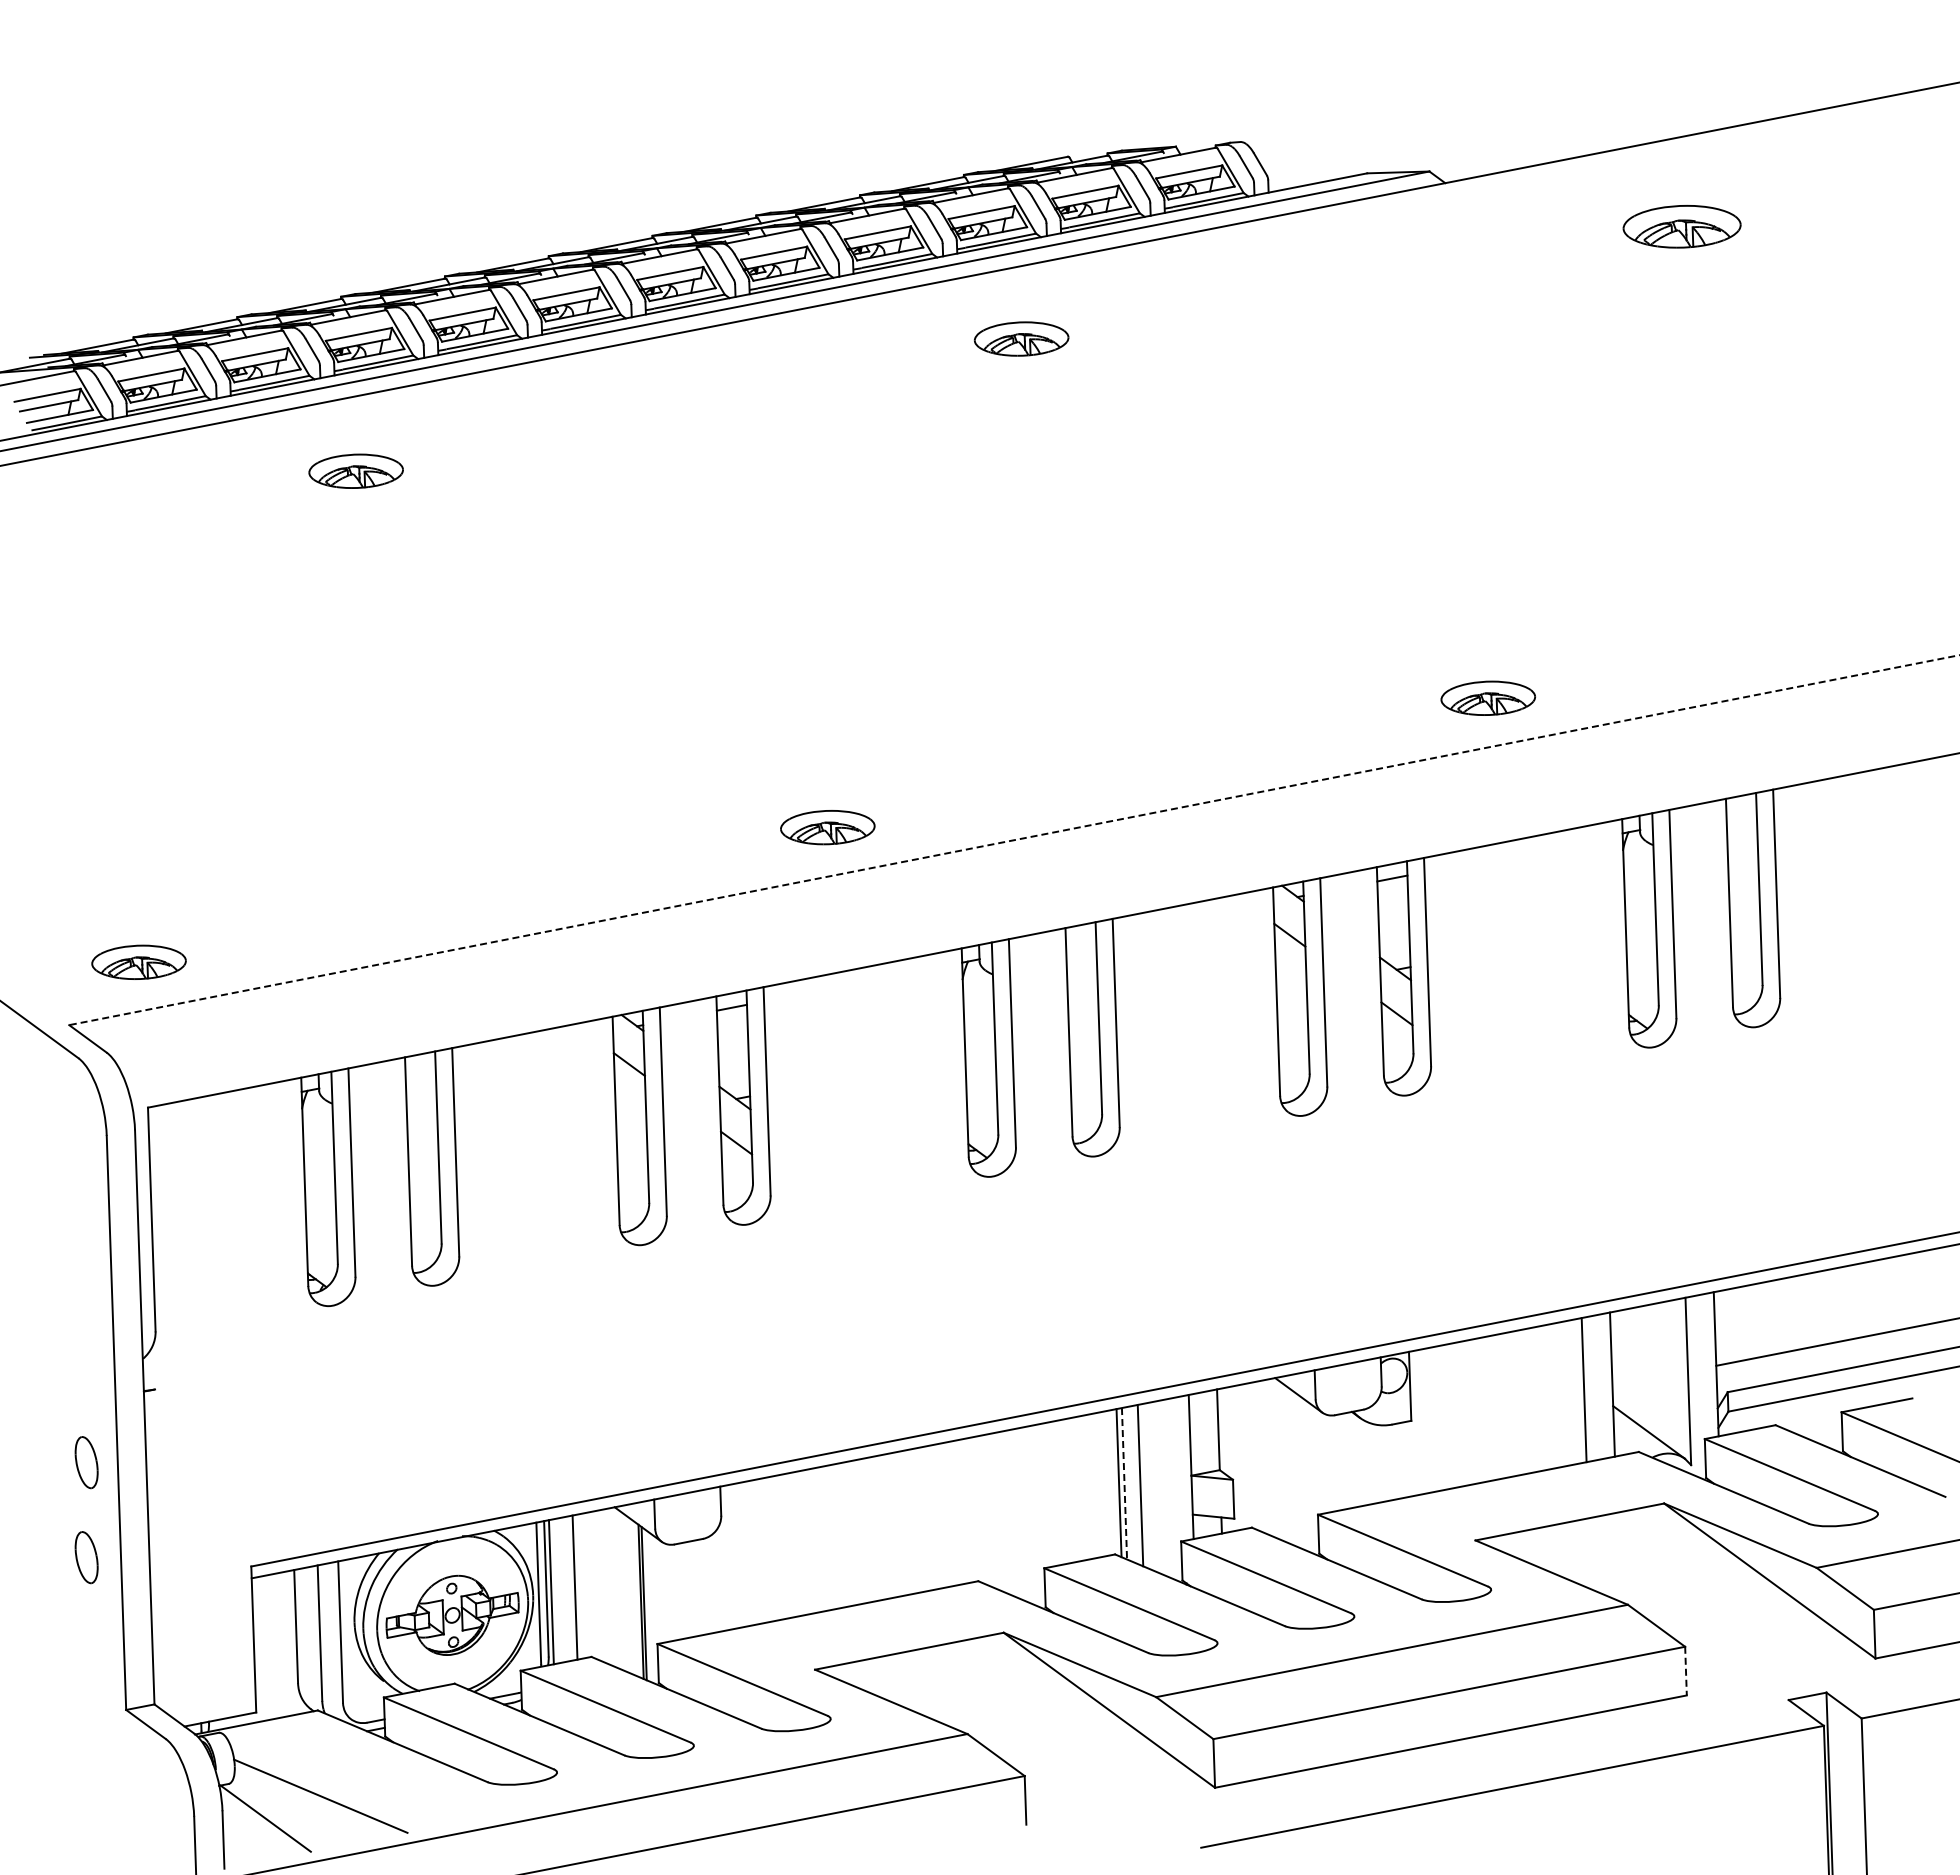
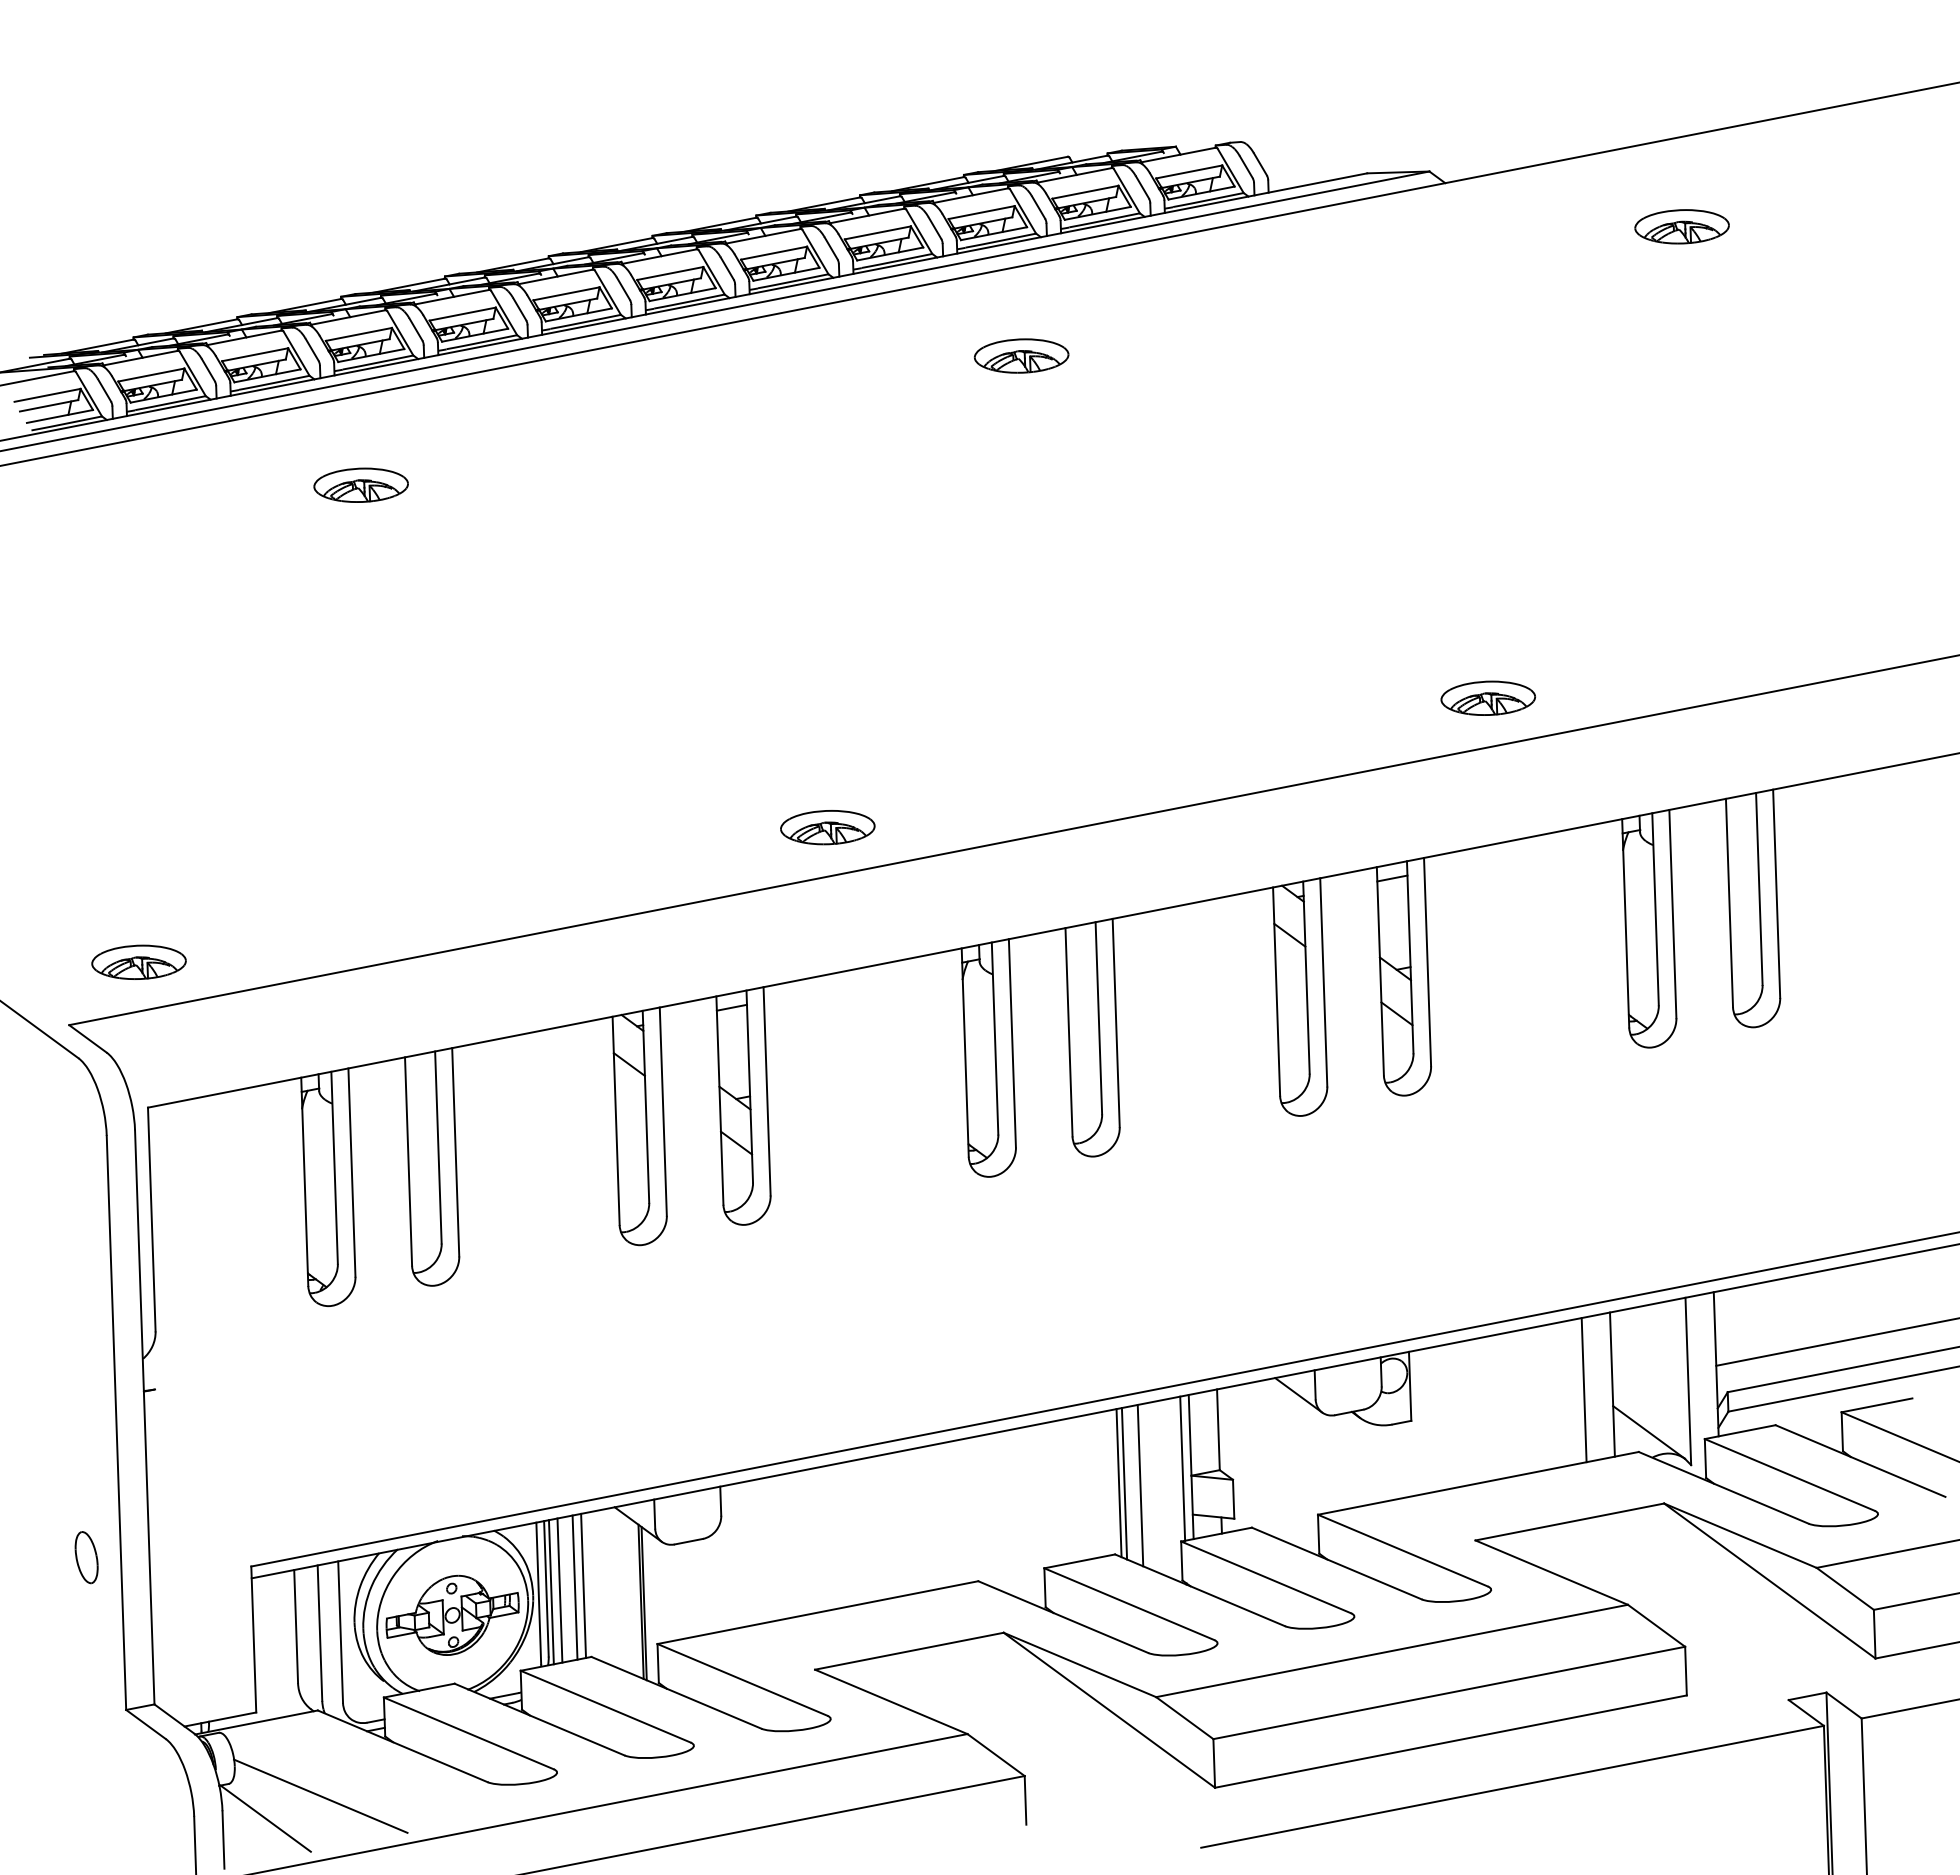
part at (1681, 226) size: 120x44 px -> 96x36 px
part at (1021, 338) position: (1021, 338) -> (1021, 355)
part at (355, 470) position: (355, 470) -> (360, 484)
line at (1014, 840): dashed -> solid
part at (86, 1462): present -> none
line at (1182, 1468): none -> present
line at (1124, 1483): dashed -> solid
line at (583, 1585): none -> present
line at (559, 1590): none -> present
line at (1686, 1671): dashed -> solid
